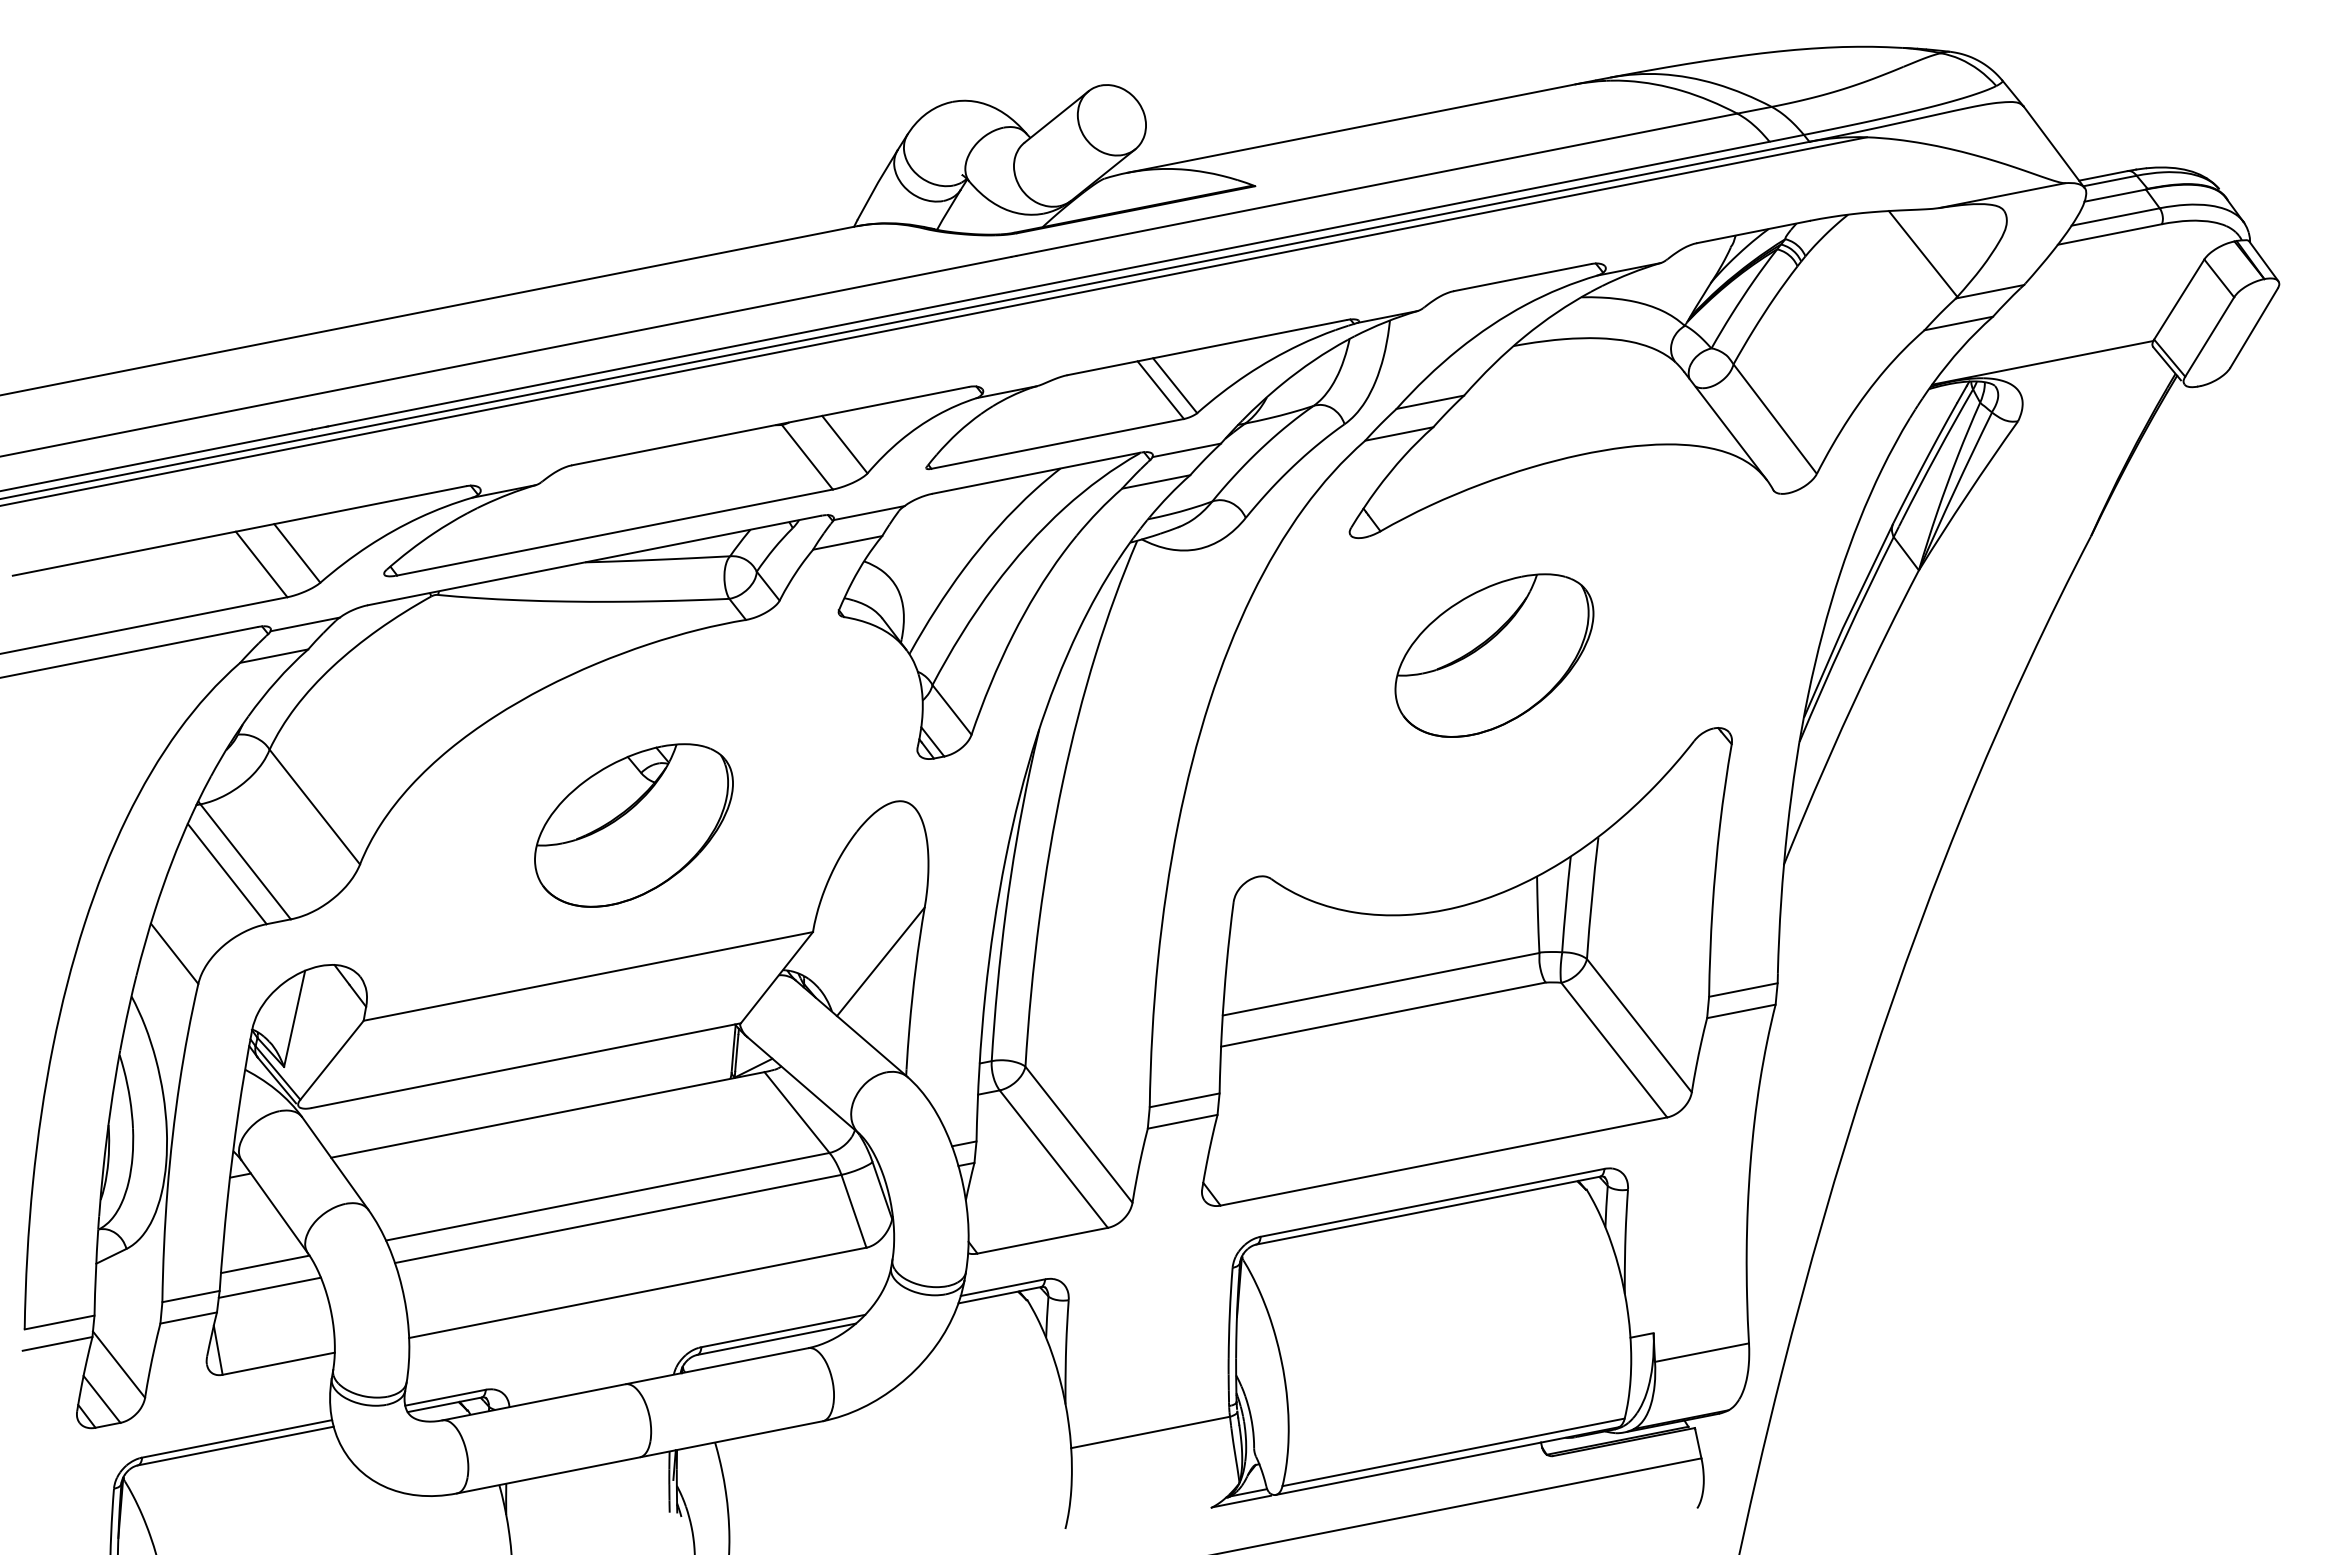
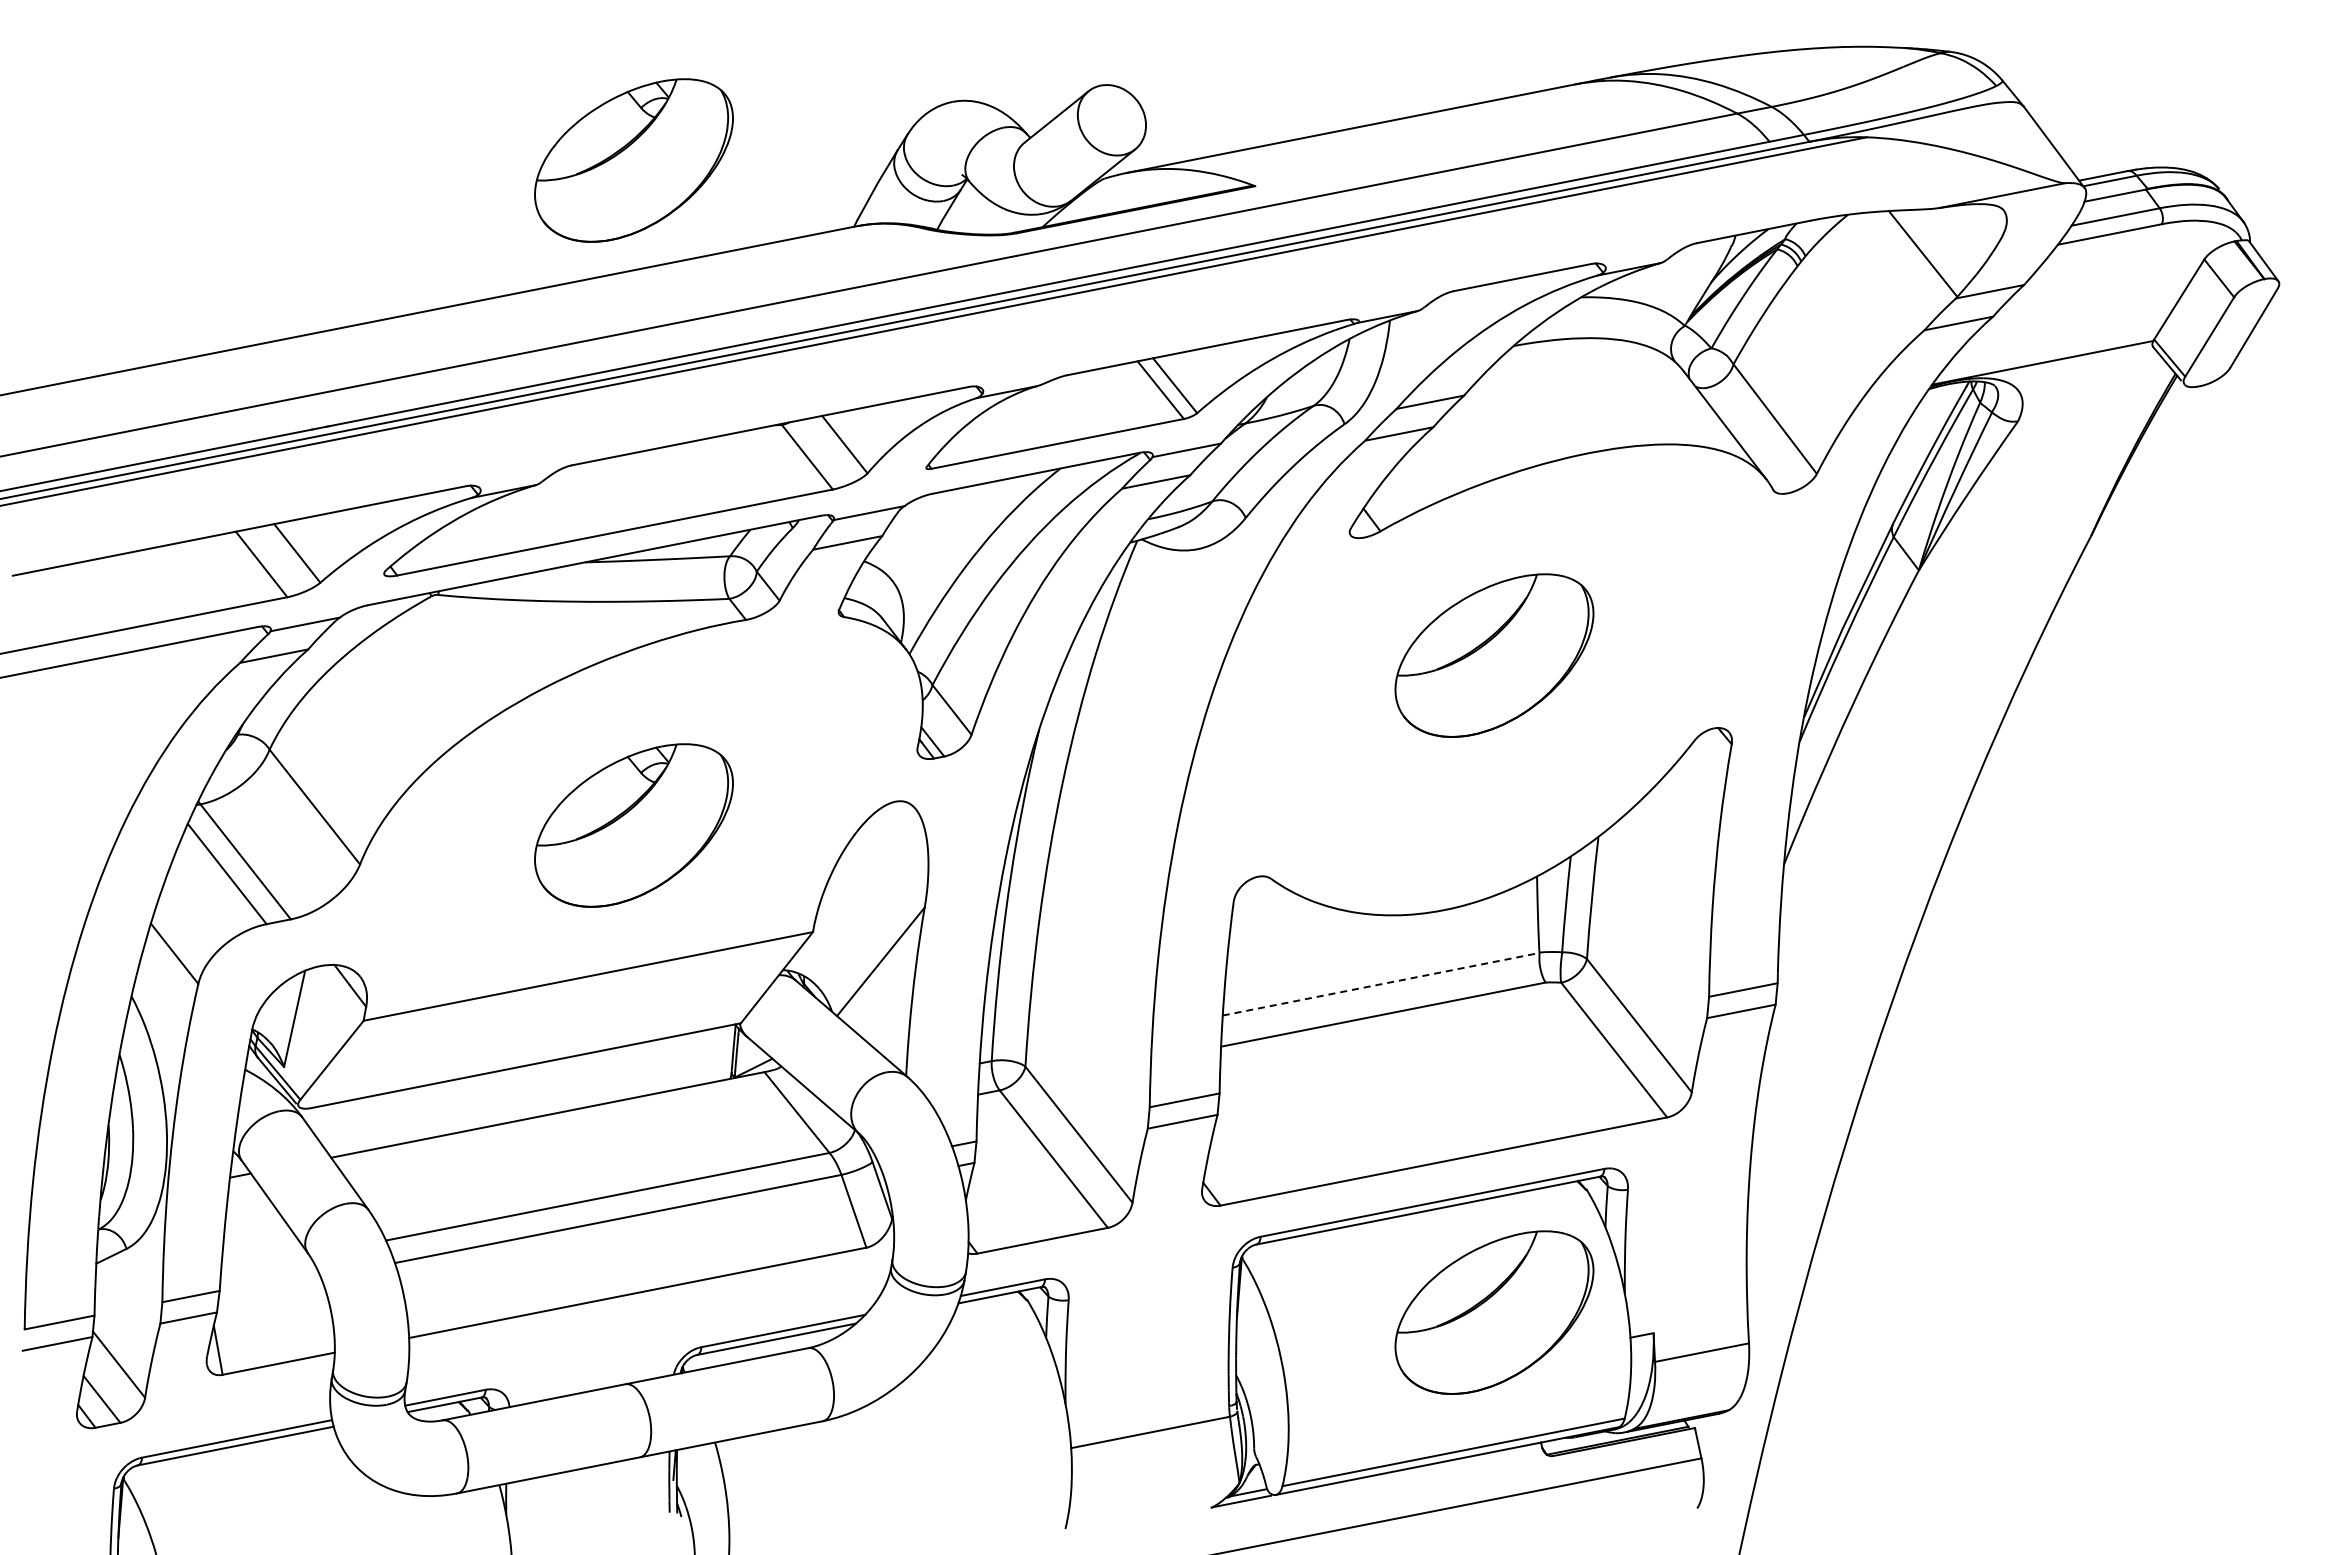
part at (633, 160): none -> present
line at (1381, 984): solid -> dashed
line at (265, 1264): present -> none
line at (269, 1287): present -> none
part at (1494, 1312): none -> present
